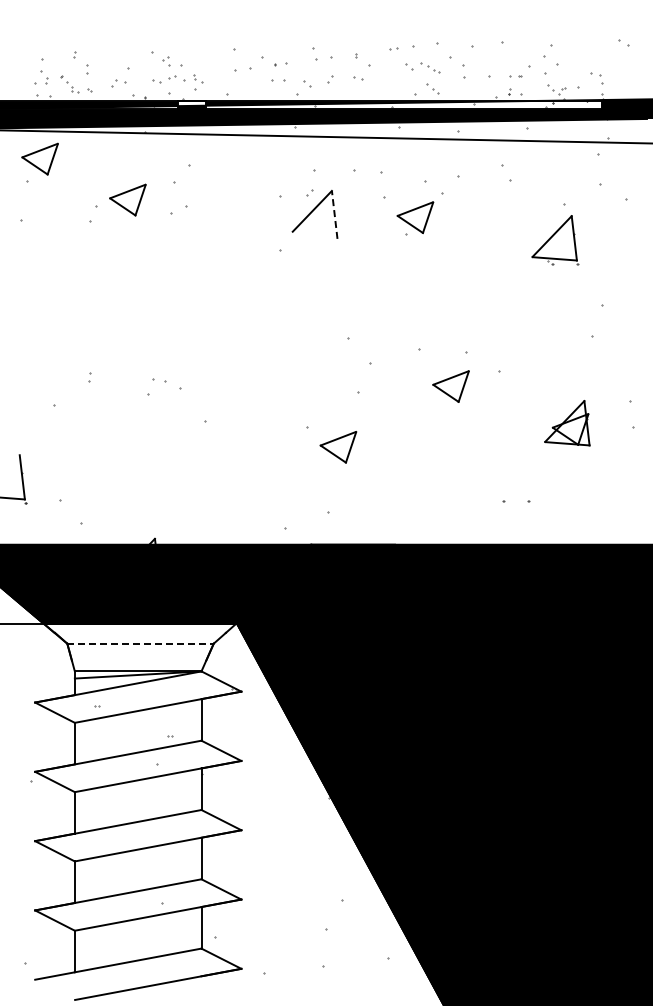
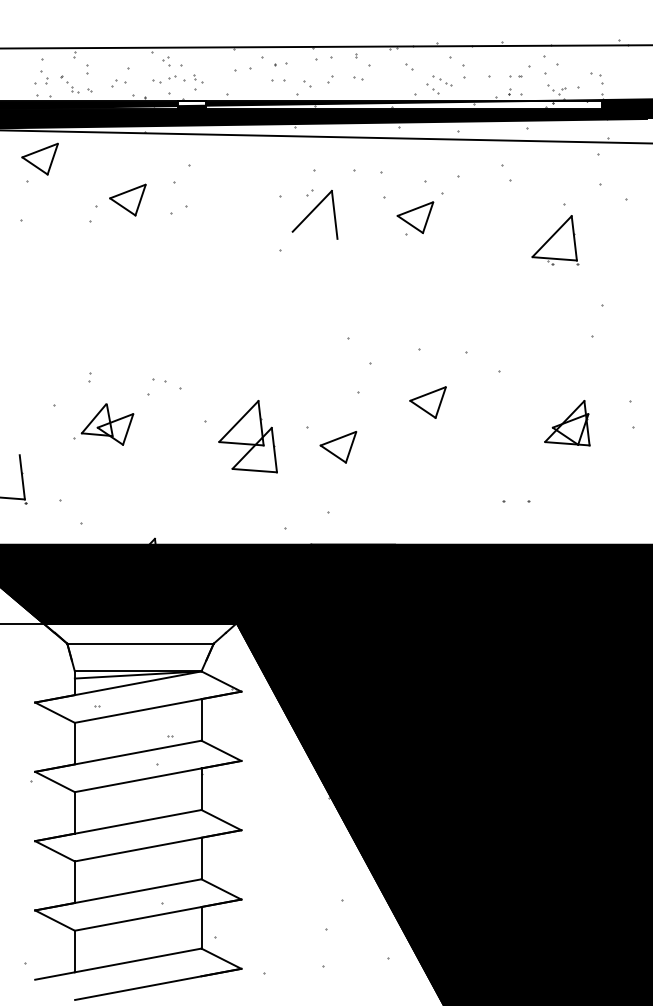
line at (325, 46): none -> present
part at (430, 67) position: (430, 67) -> (442, 80)
line at (334, 214): dashed -> solid
part at (450, 386) position: (450, 386) -> (427, 402)
part at (103, 424): none -> present
part at (247, 436): none -> present
line at (141, 643): dashed -> solid
